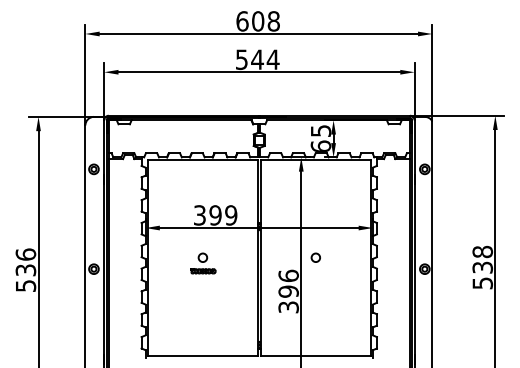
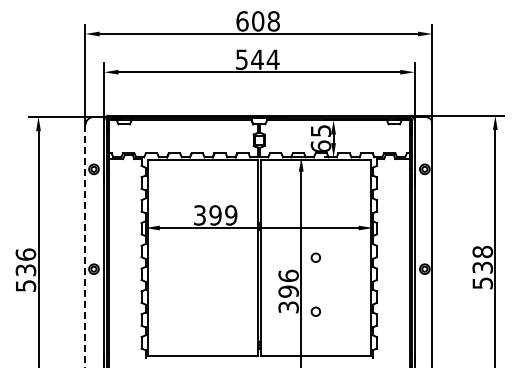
line at (85, 246): solid -> dashed
part at (203, 263): present -> none
circle at (315, 311): none -> present
